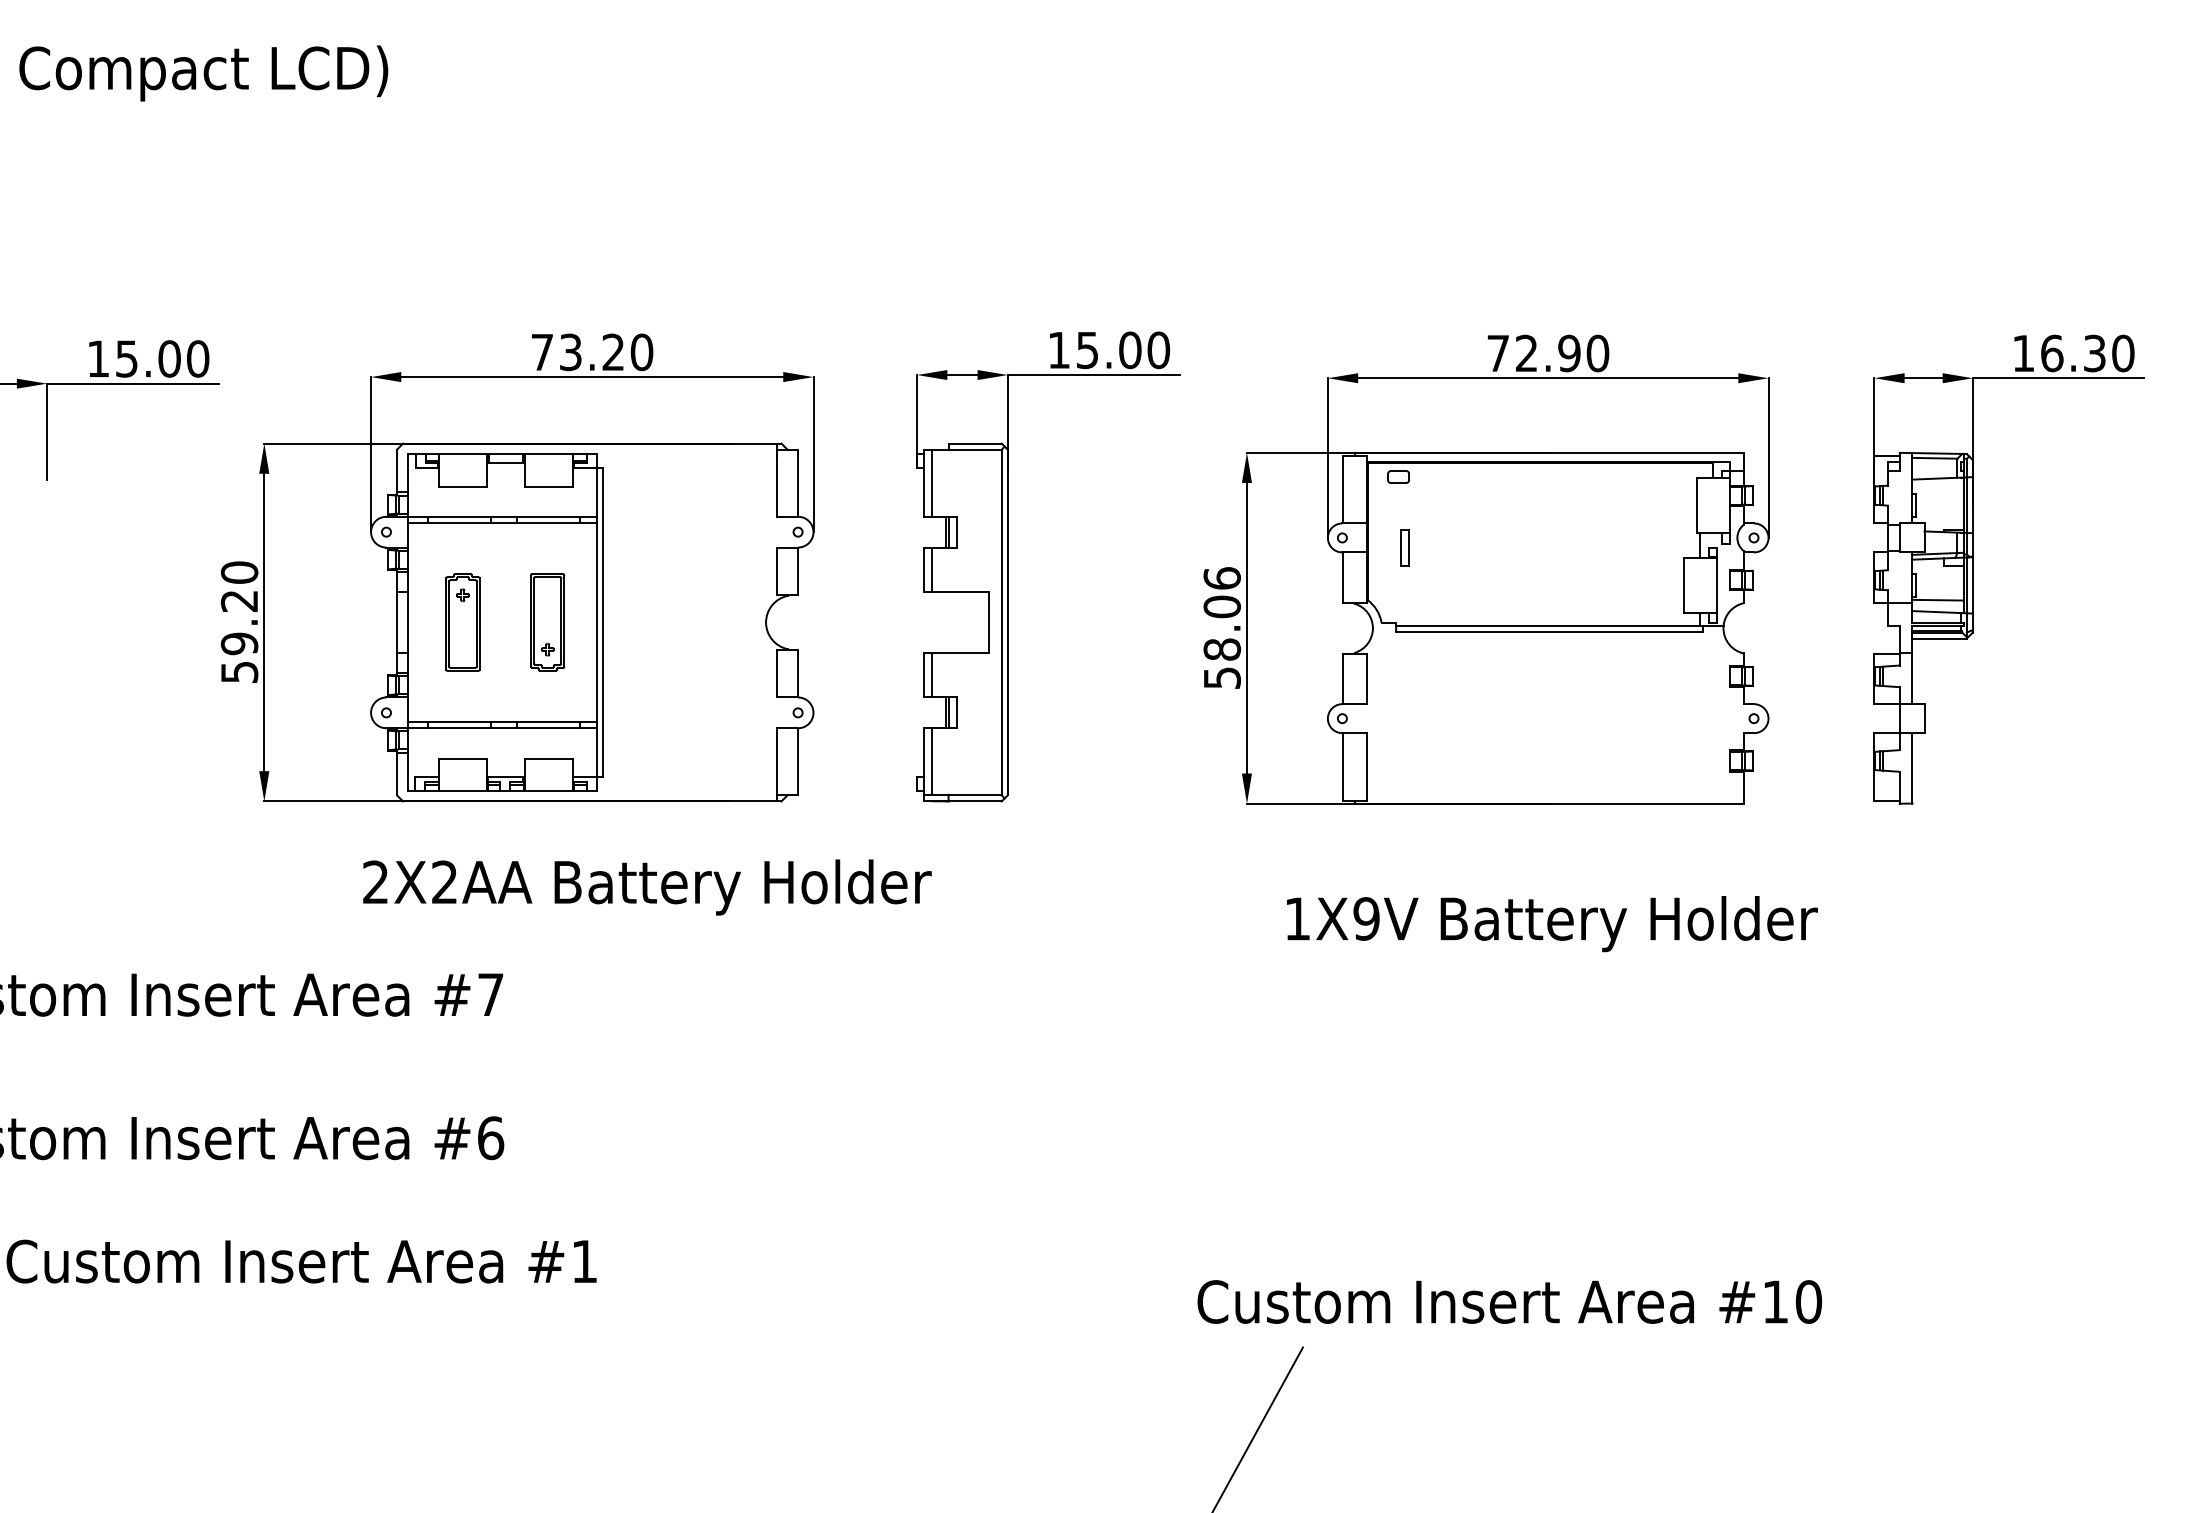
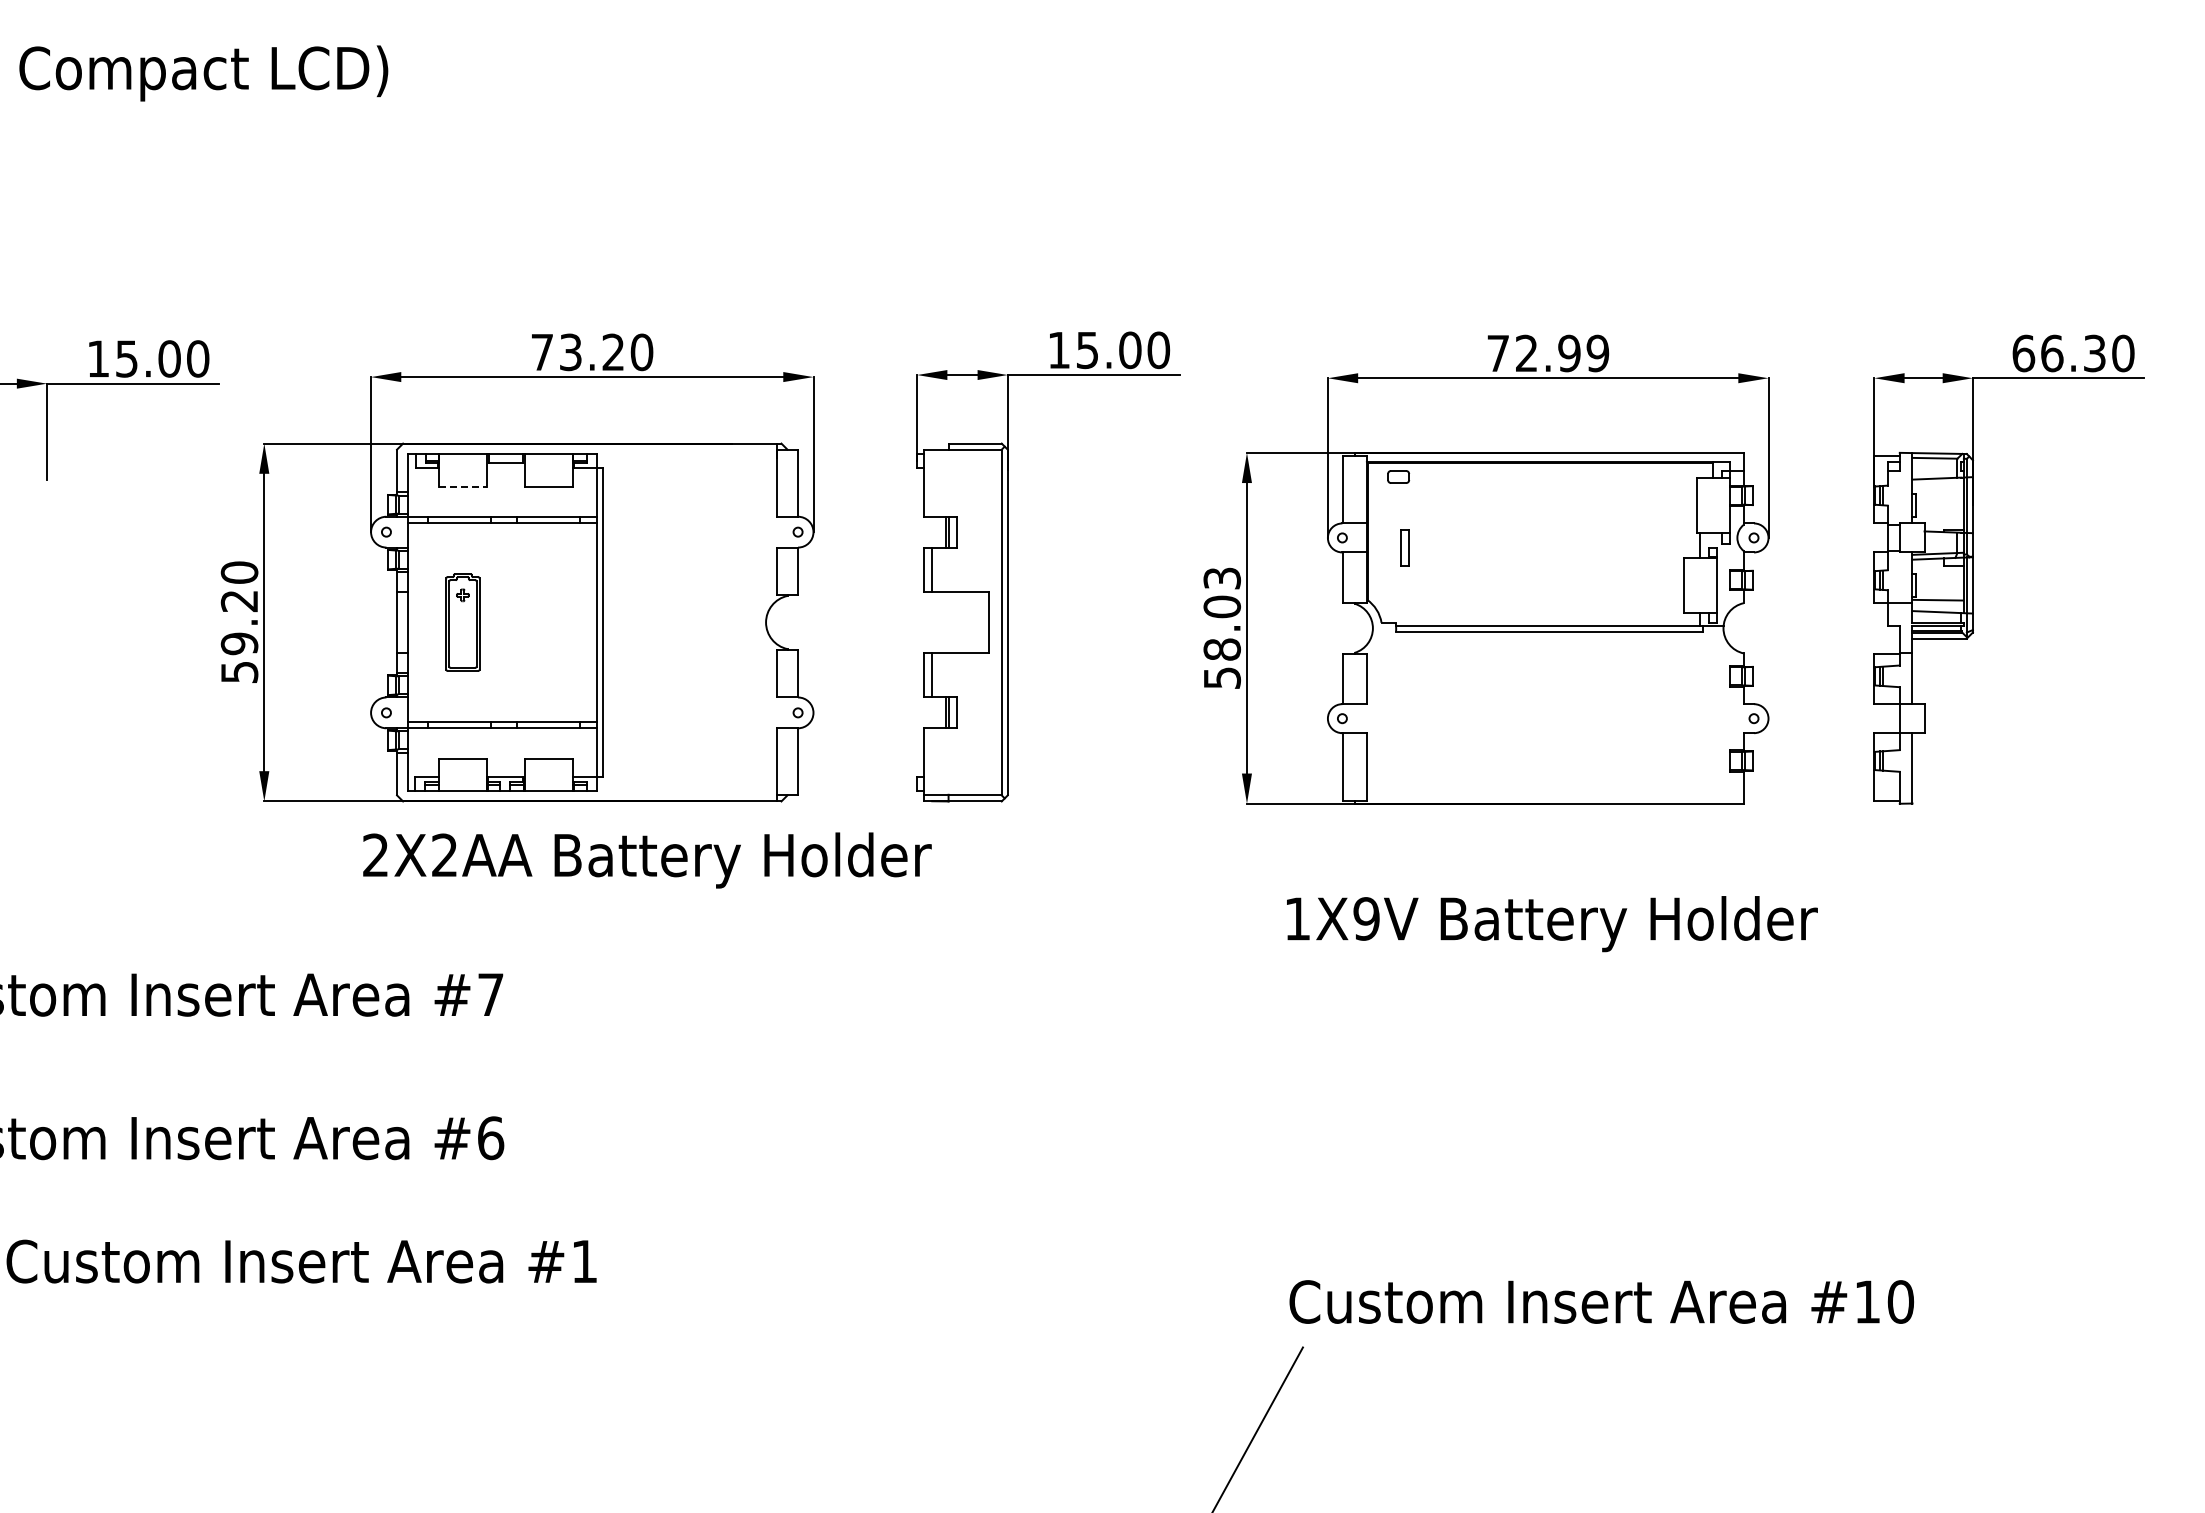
text at (1597, 353): 72.90 -> 72.99
text at (2023, 353): 16.30 -> 66.30
line at (932, 483): present -> none
line at (463, 486): solid -> dashed
text at (1222, 578): 58.06 -> 58.03
part at (547, 622): present -> none
line at (932, 761): present -> none
text at (647, 887) position: (647, 887) -> (647, 860)
text at (1509, 1301) position: (1509, 1301) -> (1601, 1301)
